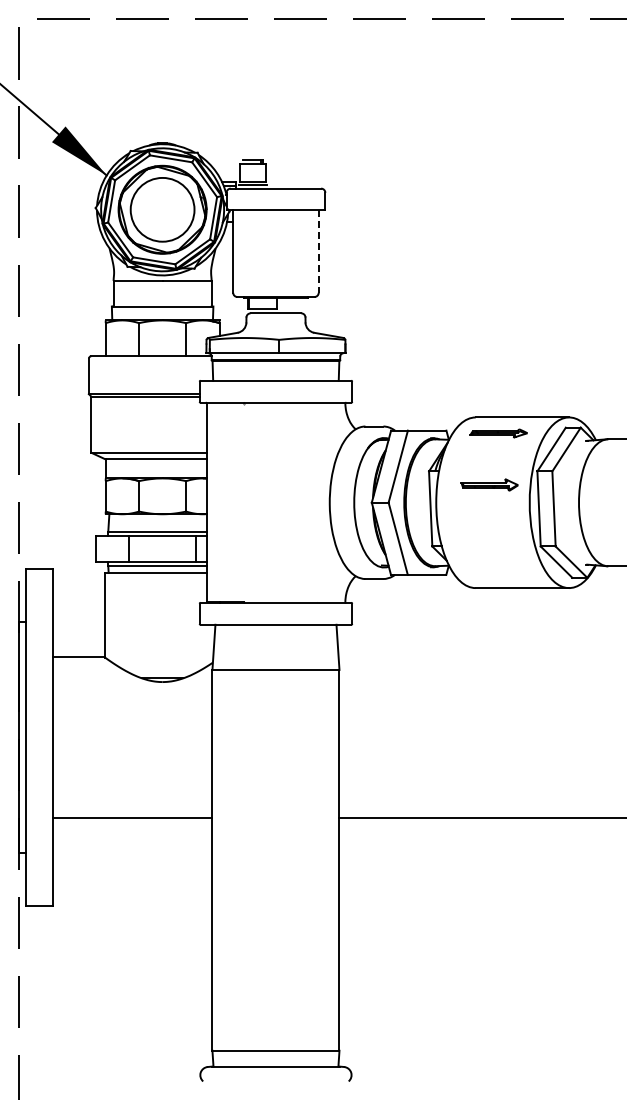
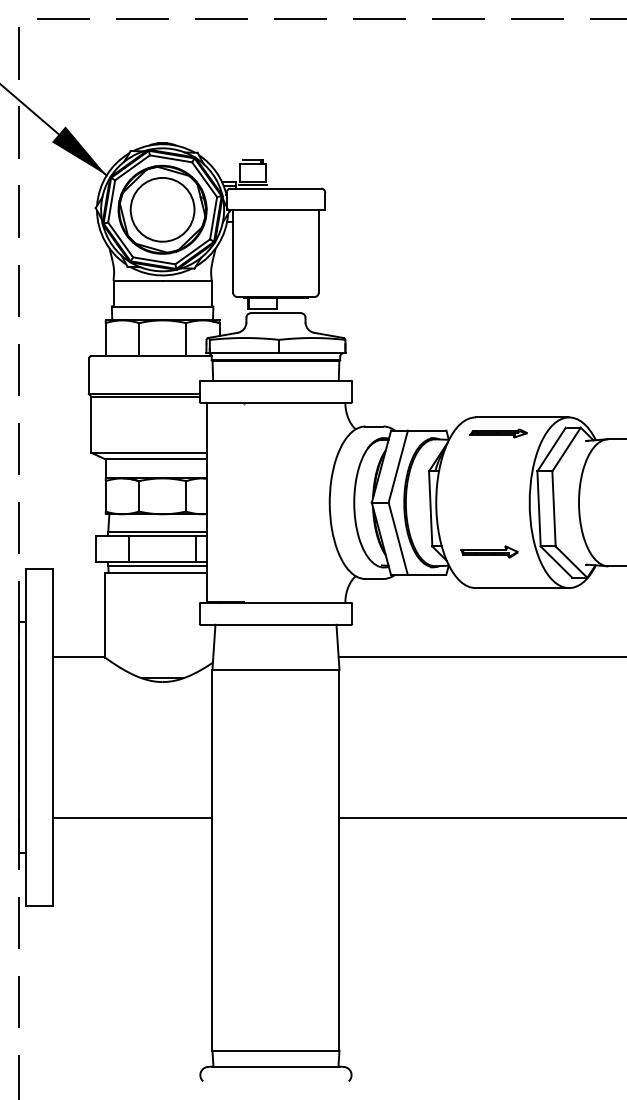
line at (318, 251): dashed -> solid
part at (489, 484) position: (489, 484) -> (489, 551)
line at (480, 657): none -> present
